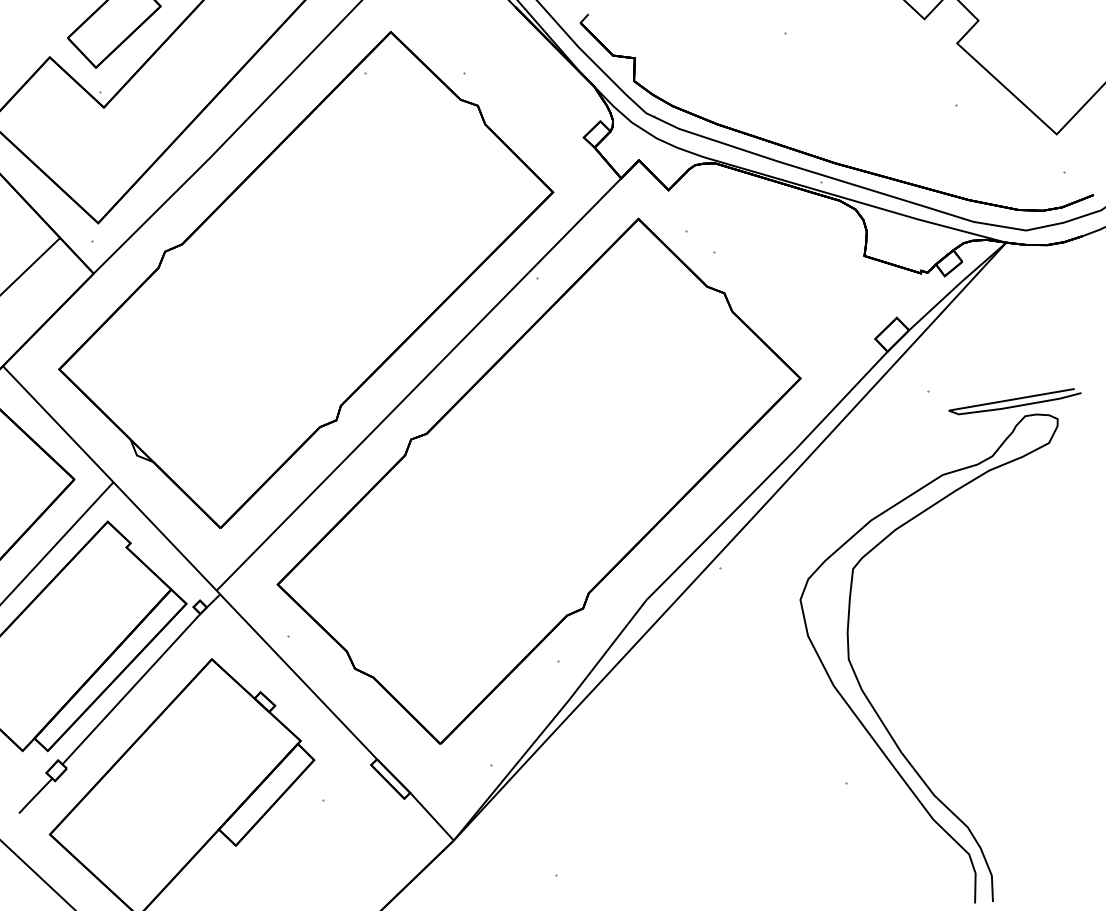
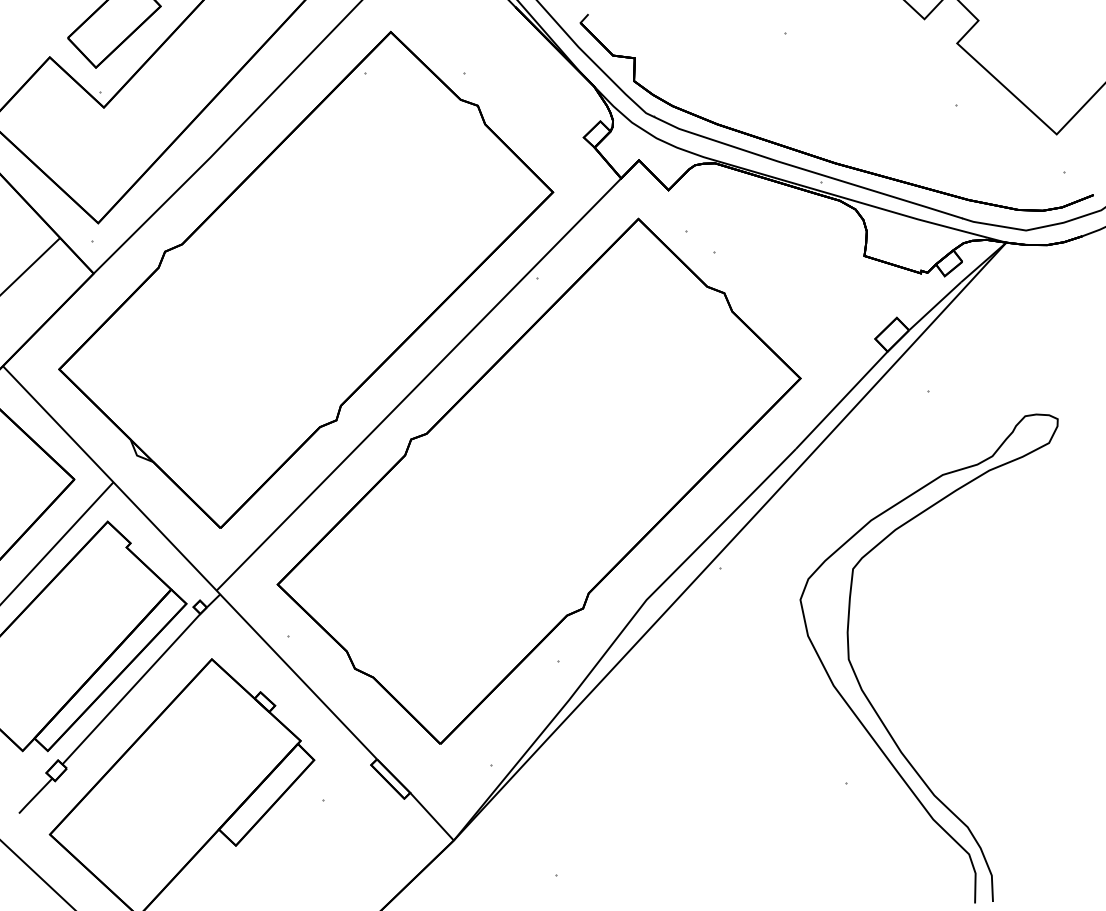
curve at (1014, 400): present -> none
